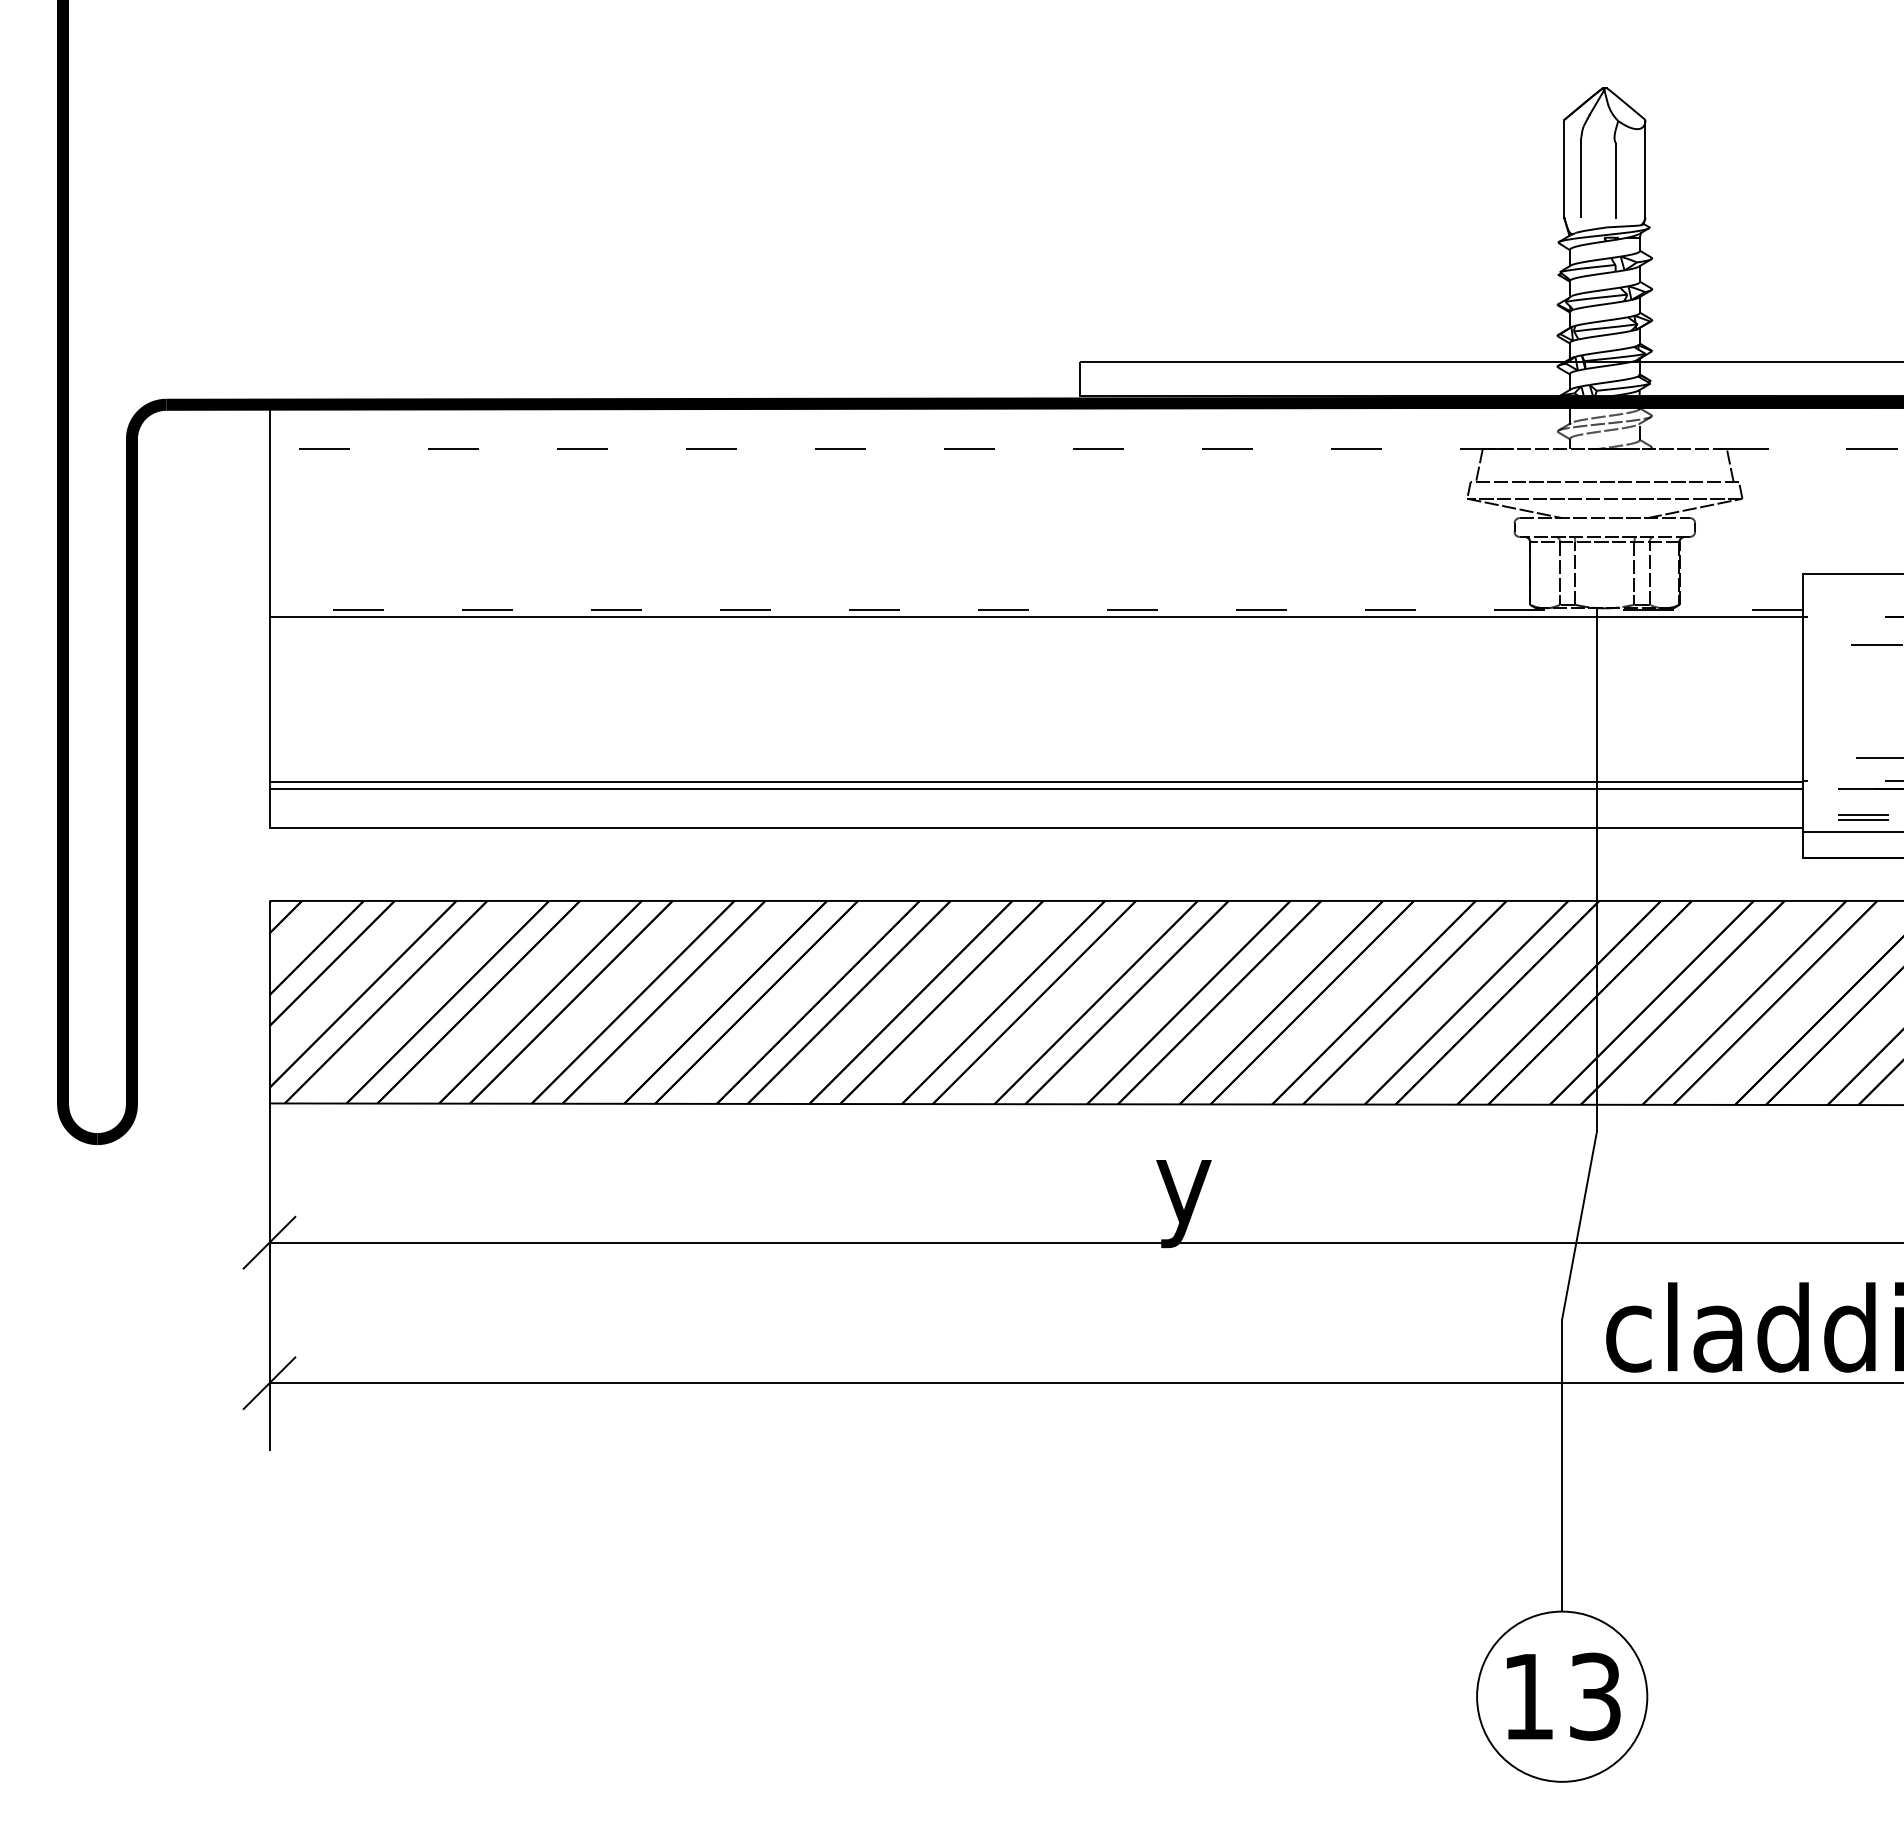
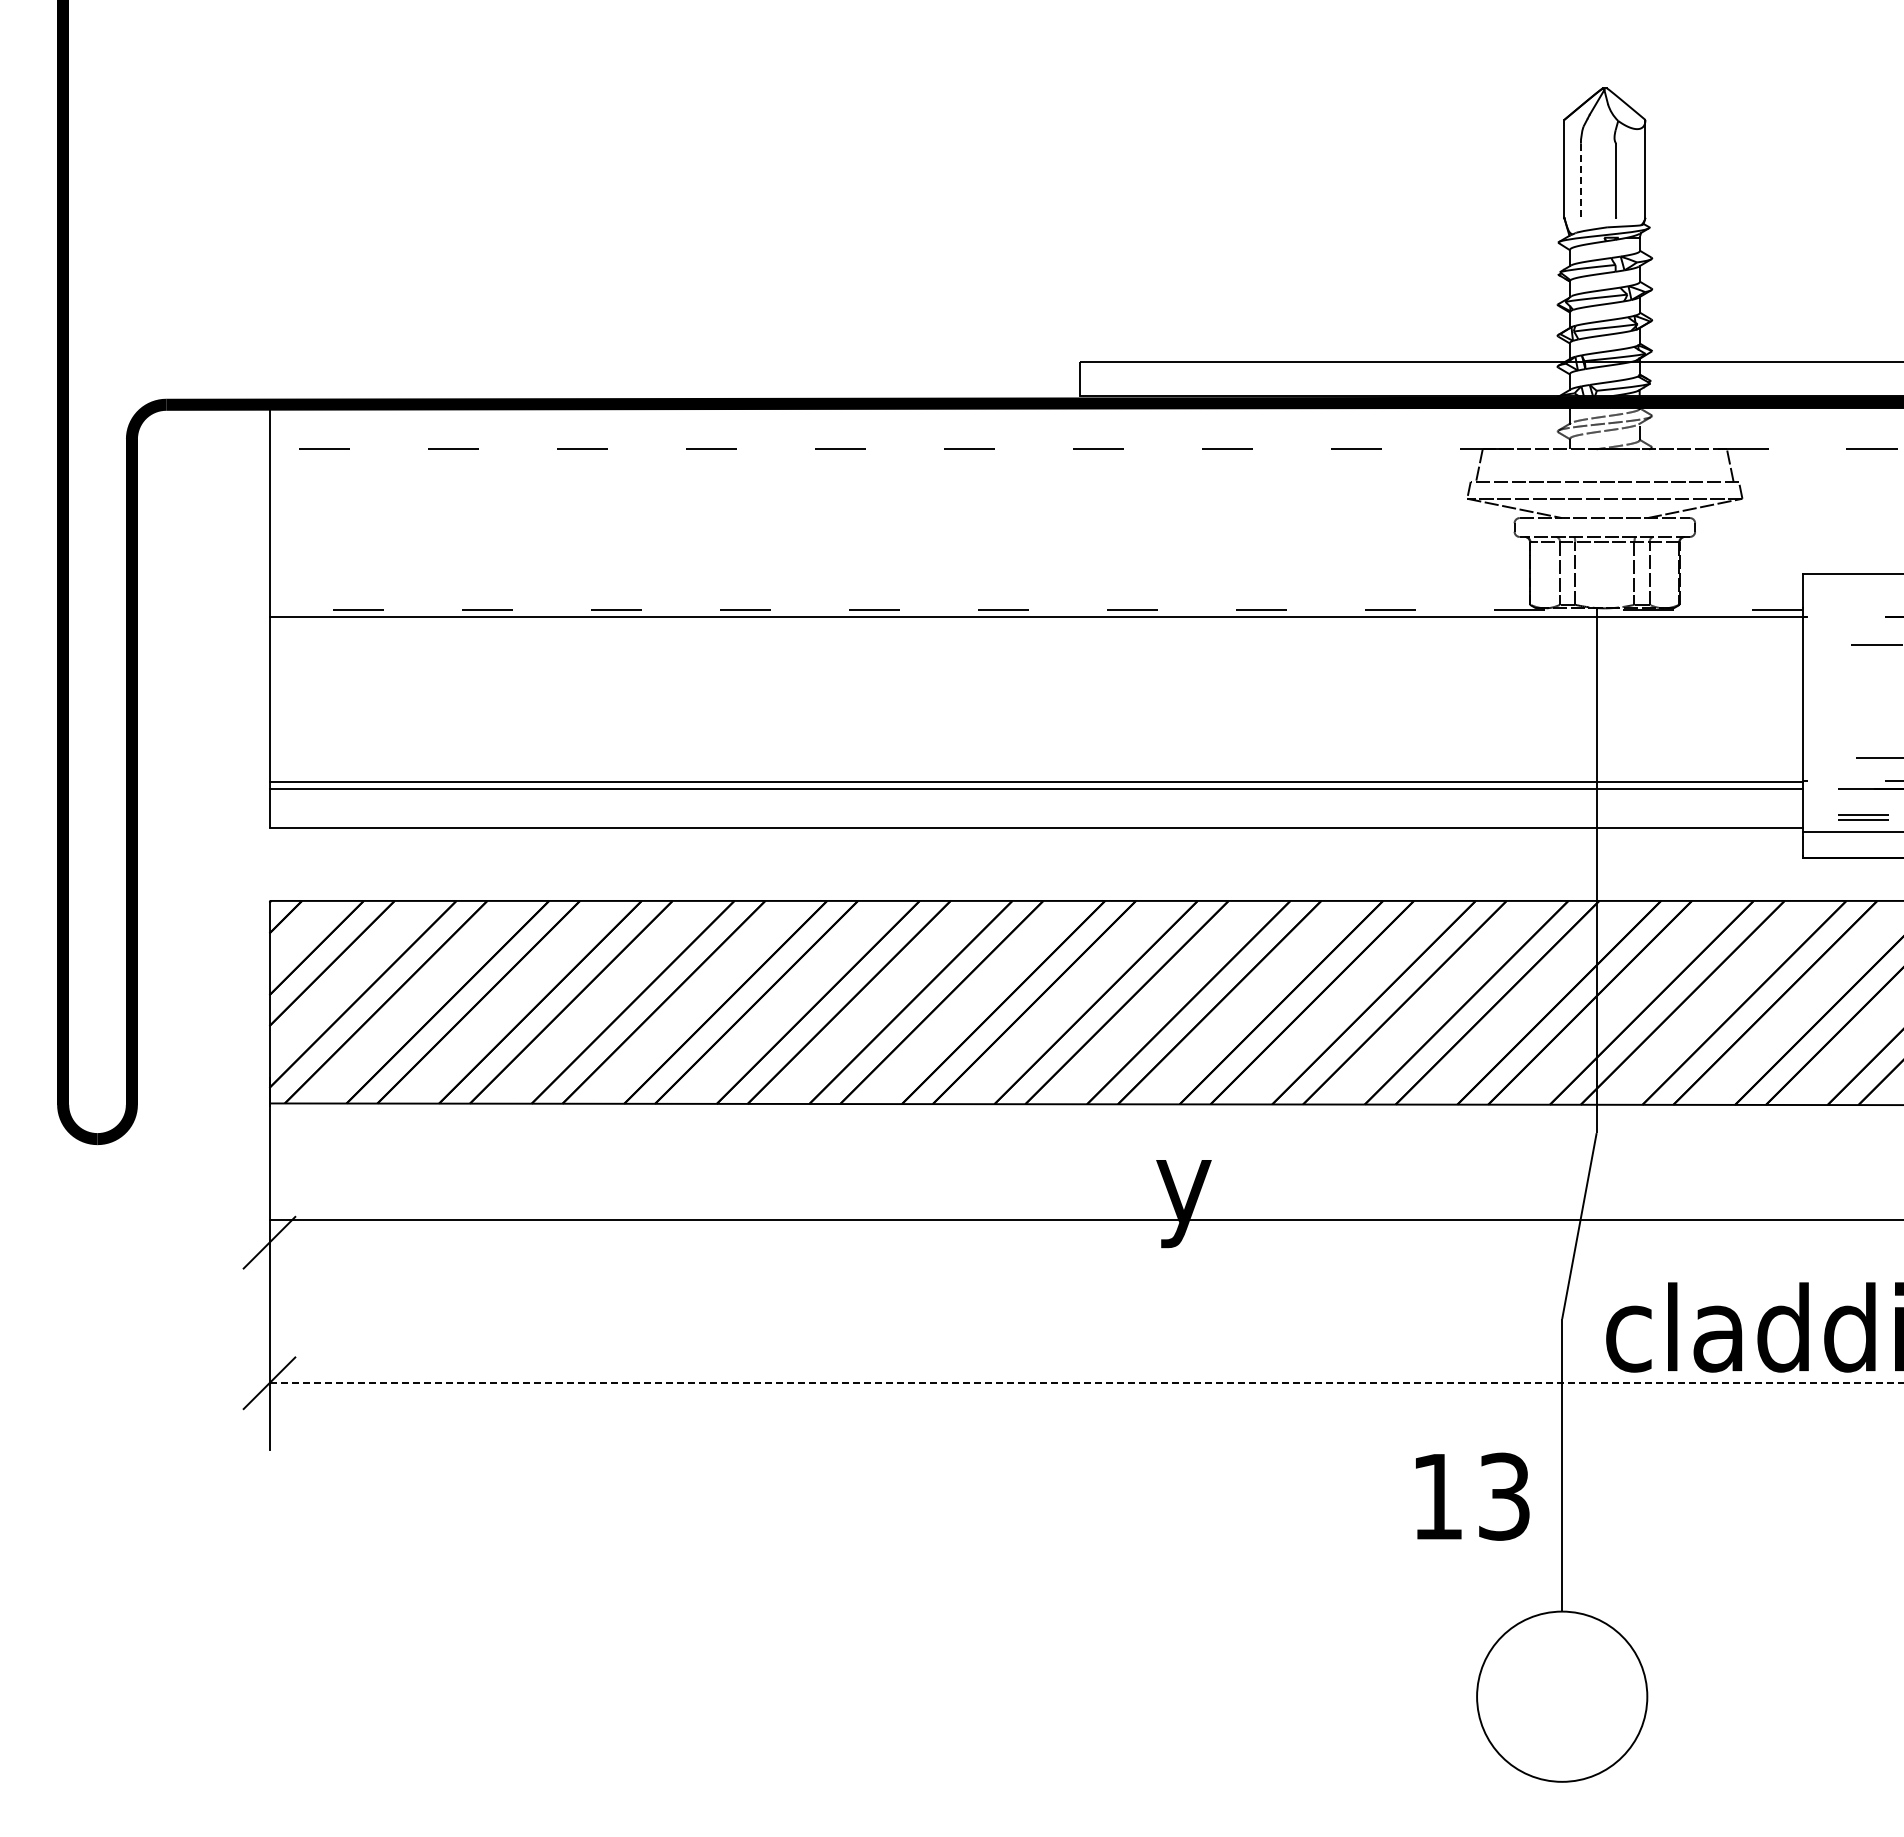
line at (1580, 180): solid -> dashed
line at (1084, 1242) position: (1084, 1242) -> (1084, 1219)
line at (1086, 1383): solid -> dashed
text at (1563, 1696) position: (1563, 1696) -> (1472, 1496)
